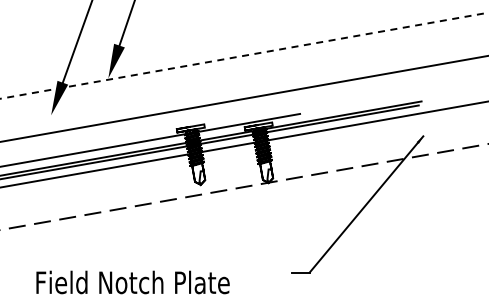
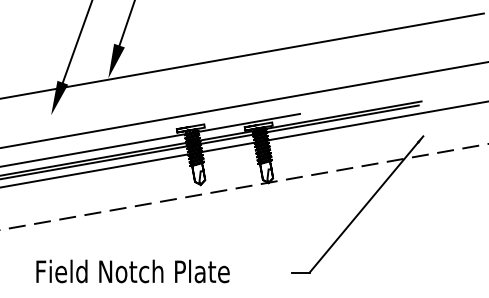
line at (242, 56): dashed -> solid
line at (243, 98) position: (243, 98) -> (243, 104)
text at (132, 282) position: (132, 282) -> (132, 271)
